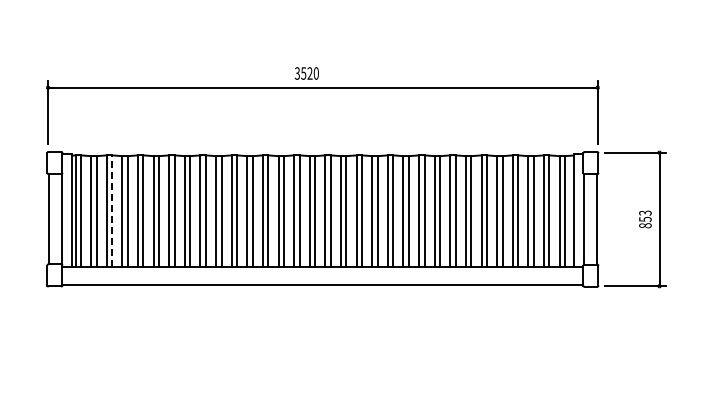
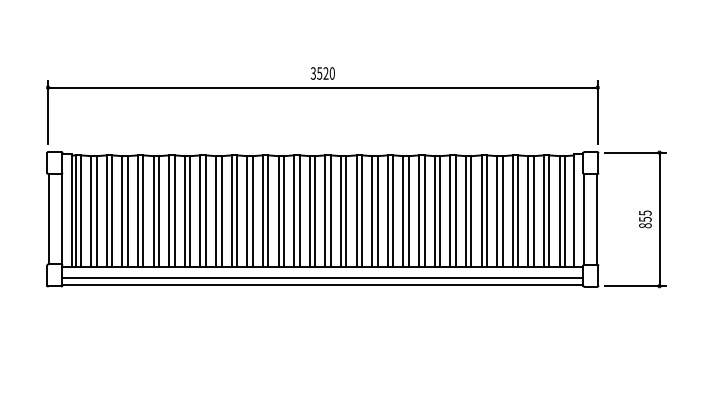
text at (306, 73) position: (306, 73) -> (322, 73)
line at (112, 210): dashed -> solid
text at (644, 212): 853 -> 855
line at (322, 277): none -> present
